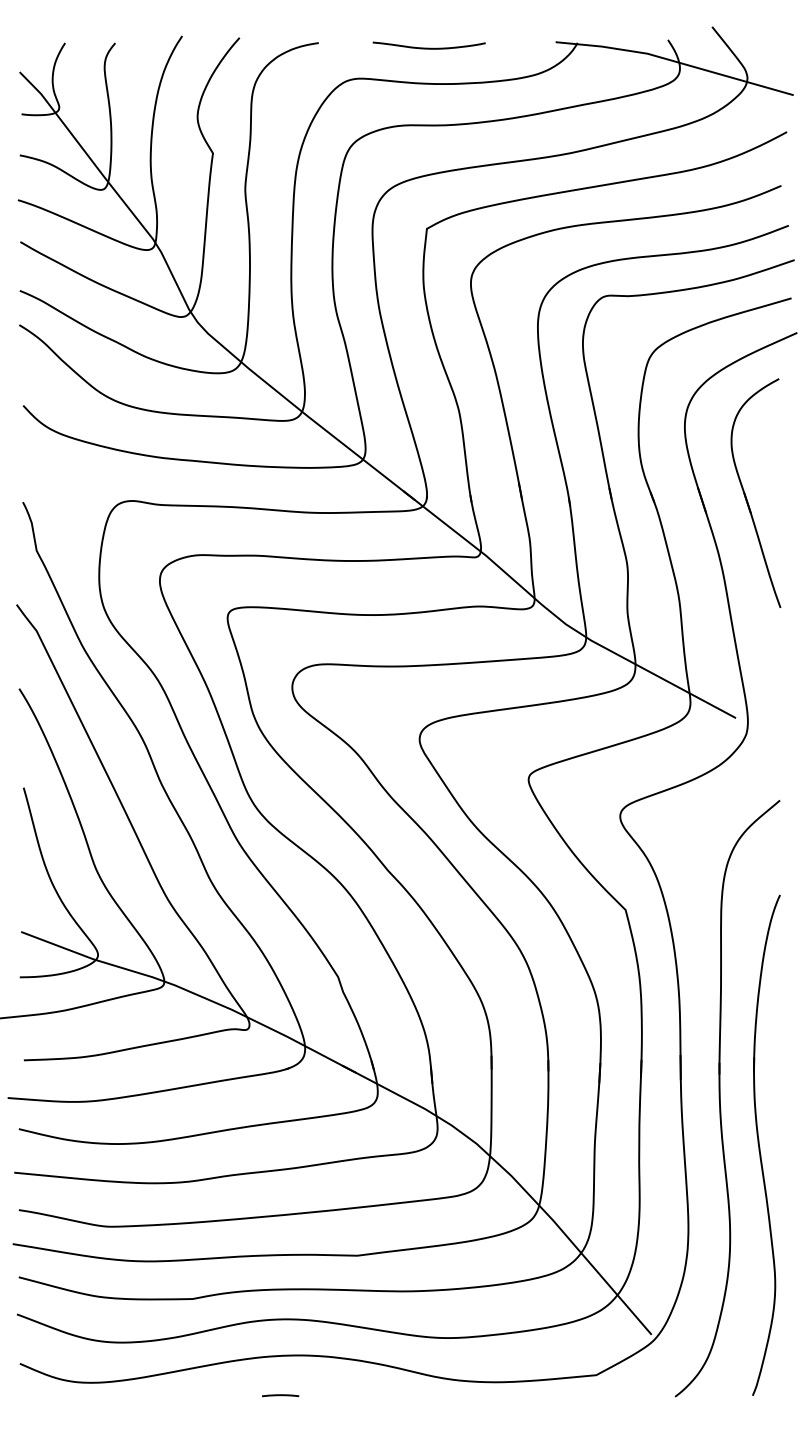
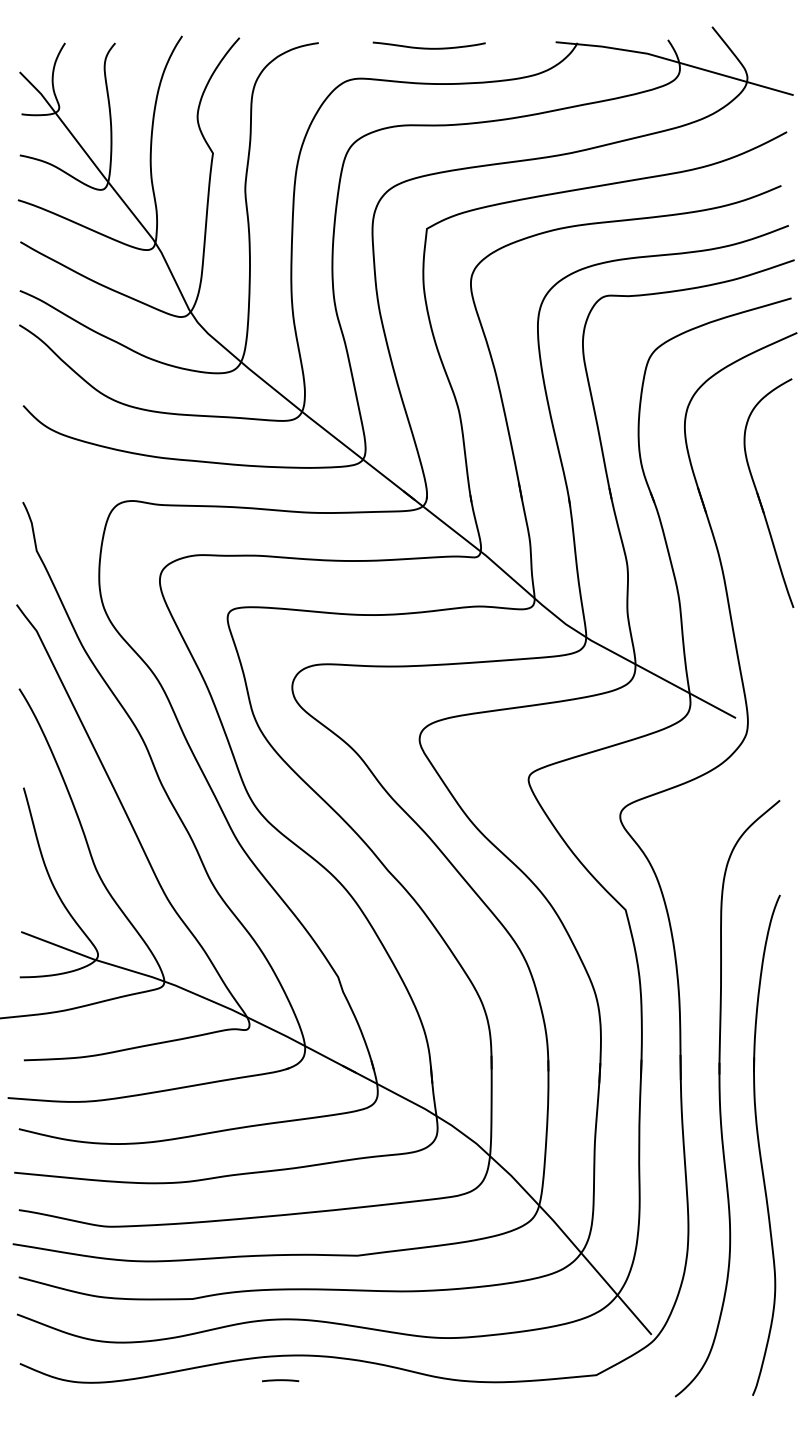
part at (746, 495) position: (746, 495) -> (759, 495)
line at (280, 1395) position: (280, 1395) -> (280, 1380)
